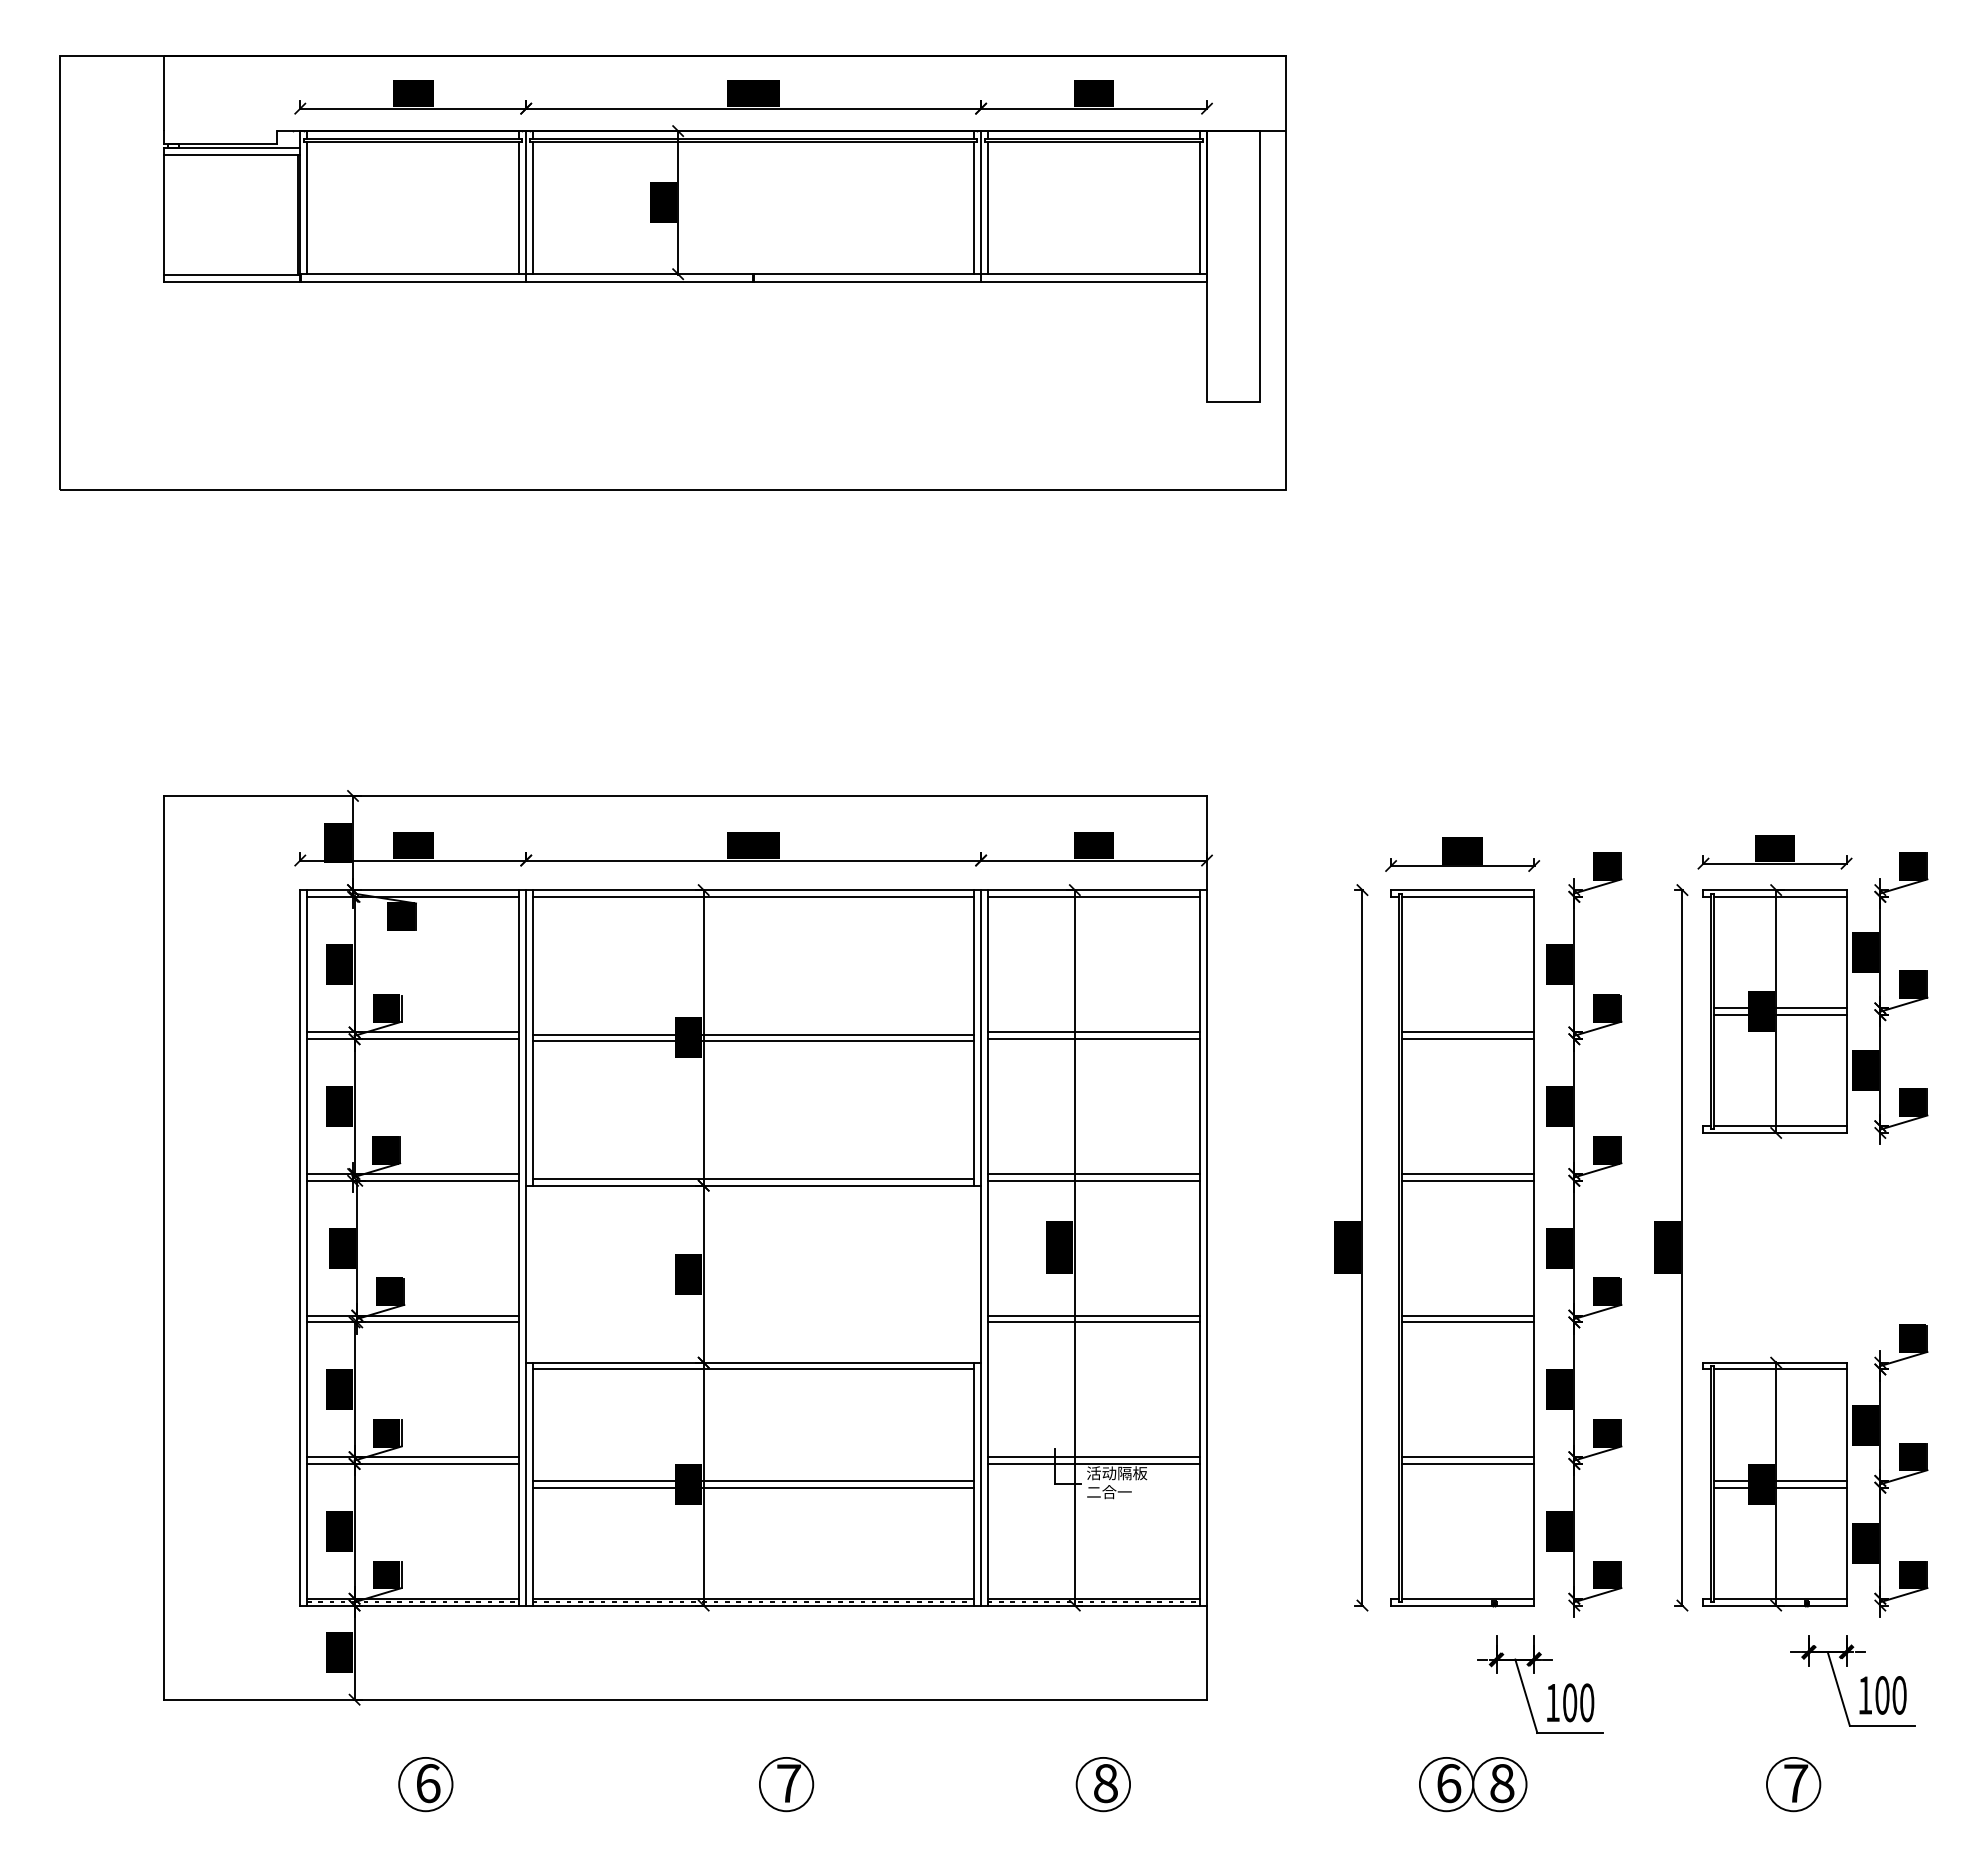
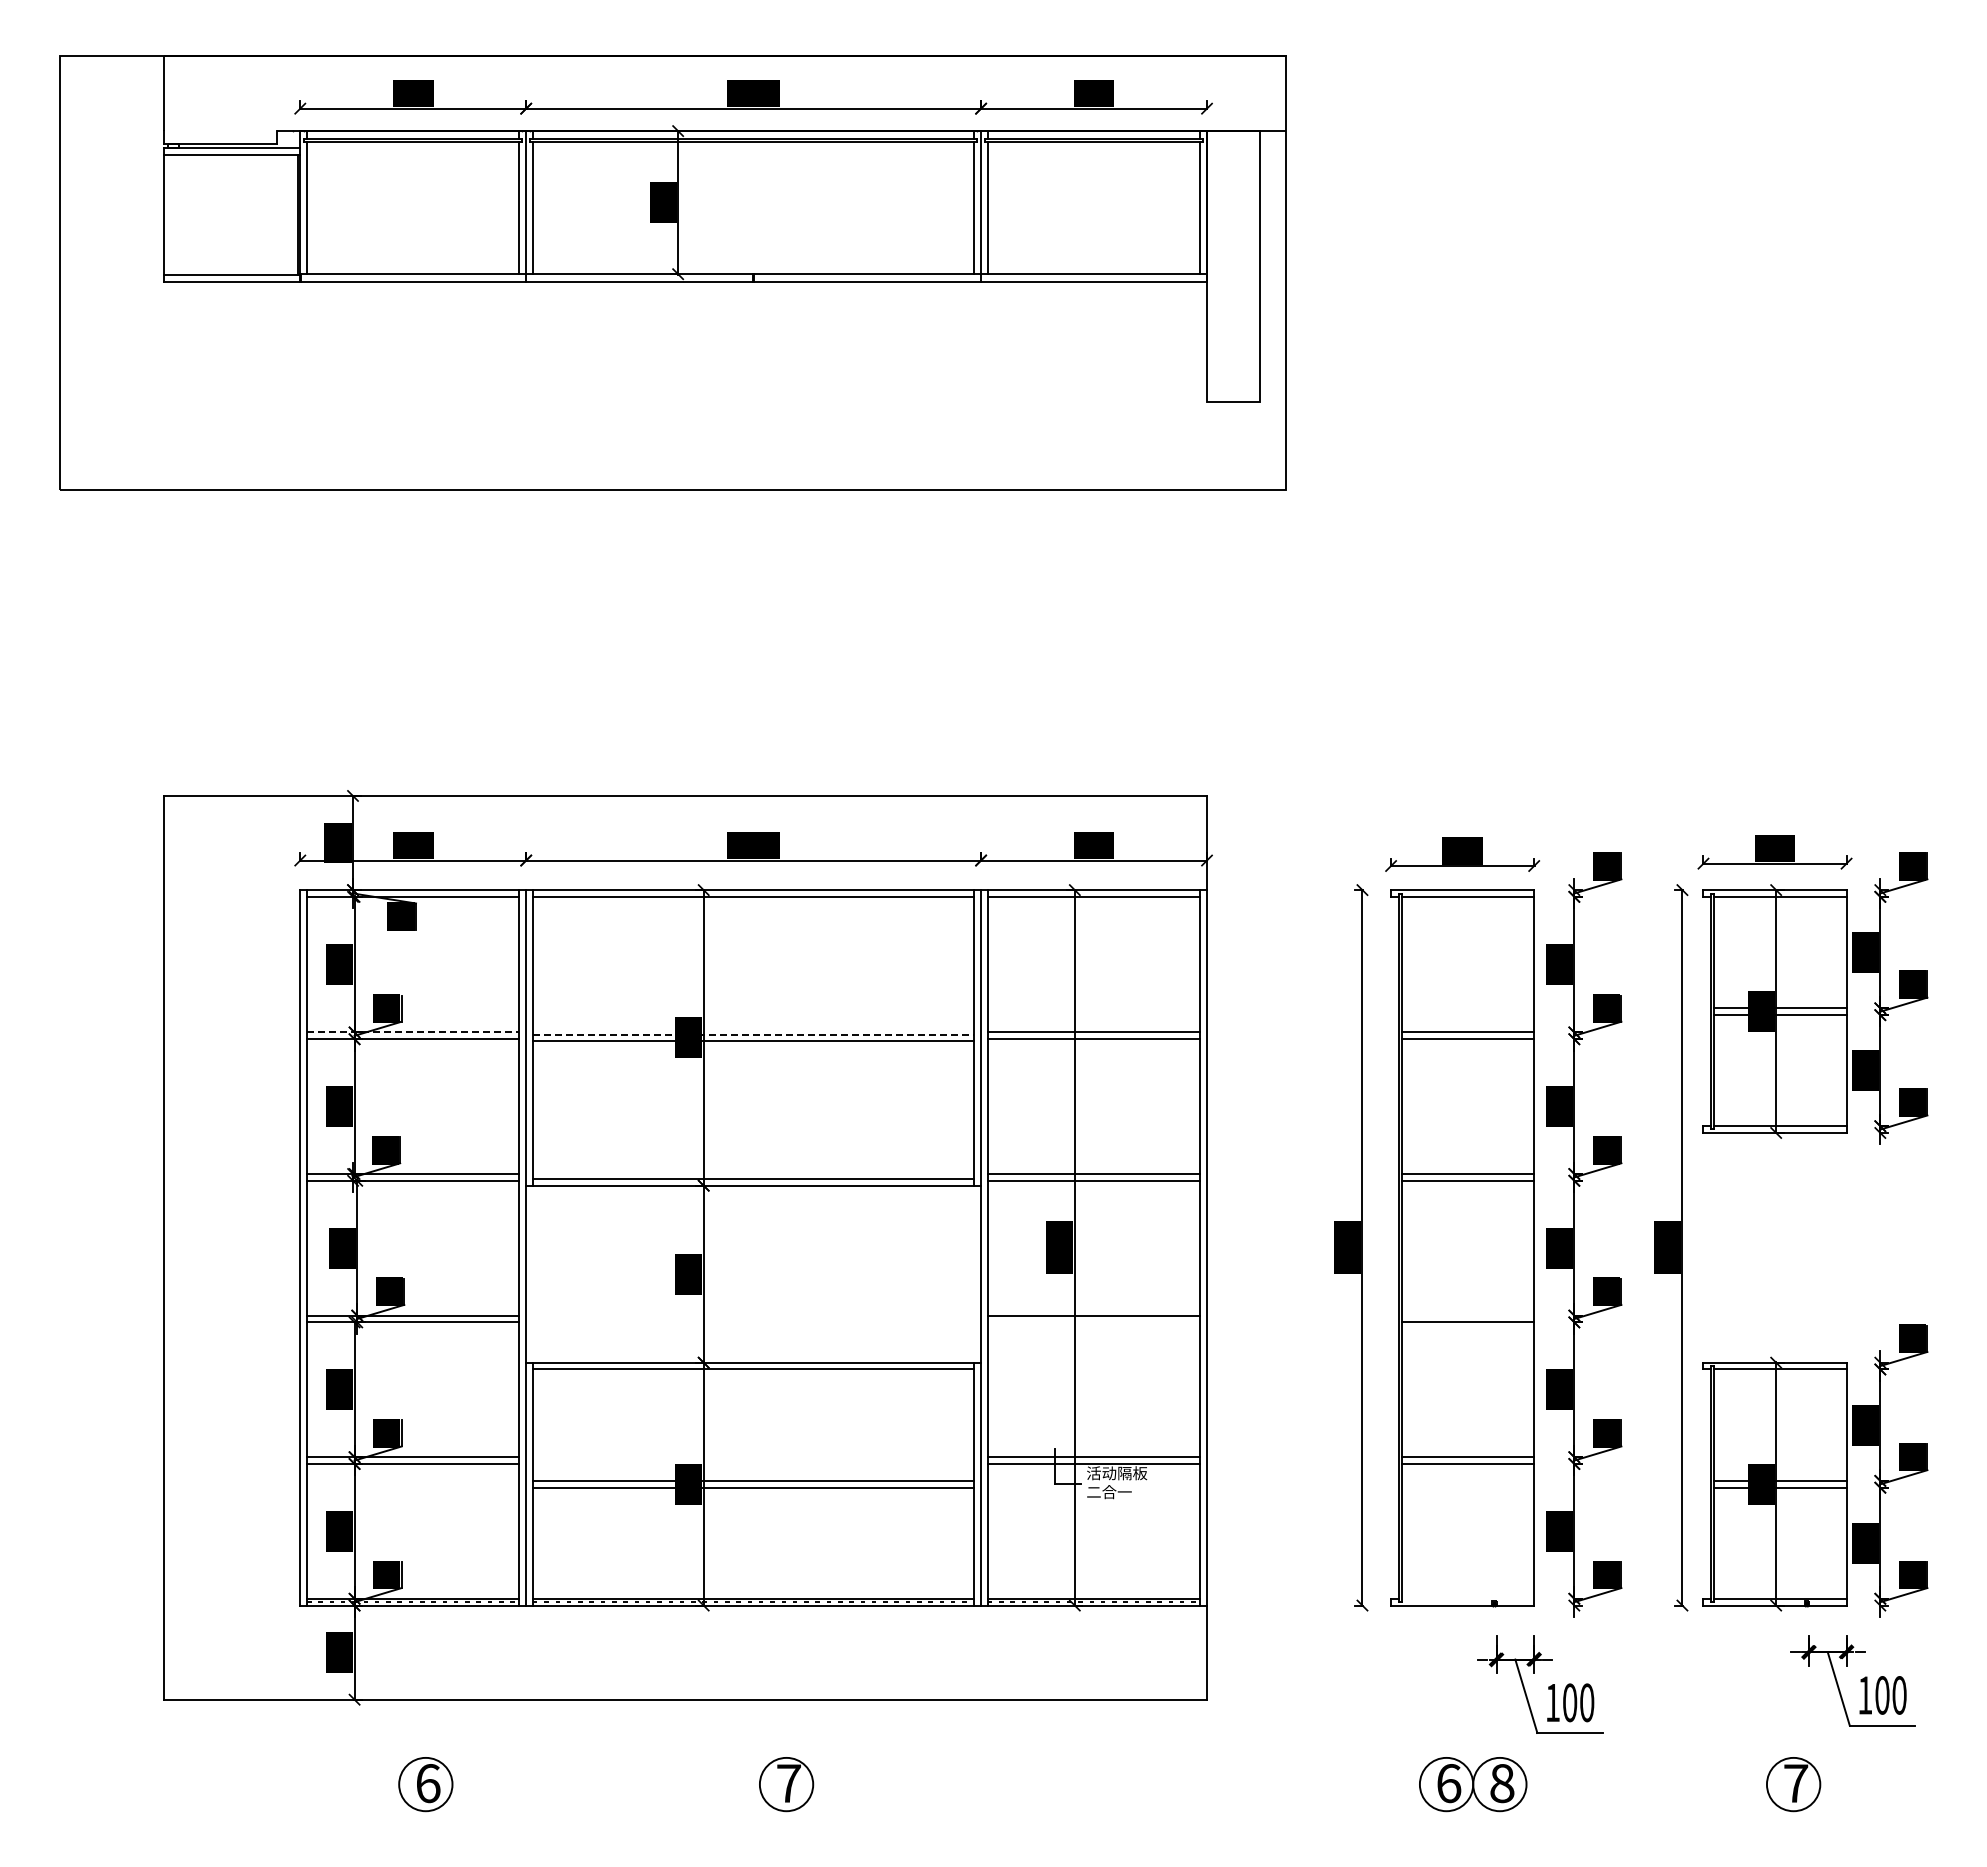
line at (413, 1032): solid -> dashed
line at (753, 1034): solid -> dashed
line at (1468, 1315): present -> none
line at (1093, 1322): present -> none
line at (1468, 1598): present -> none
part at (1102, 1784): present -> none
